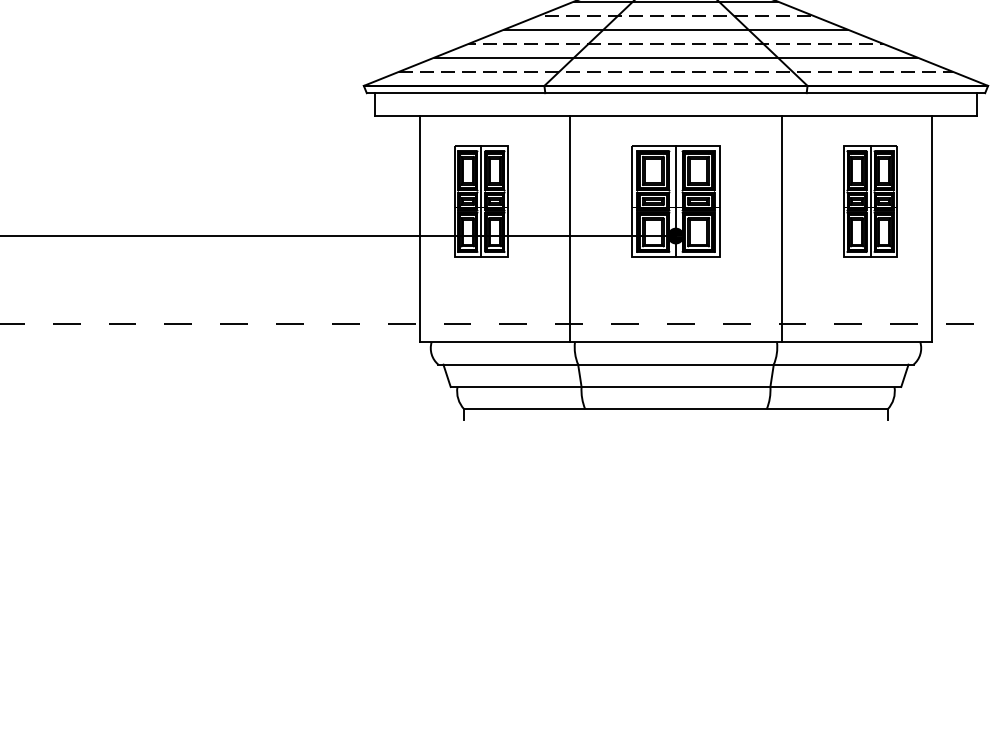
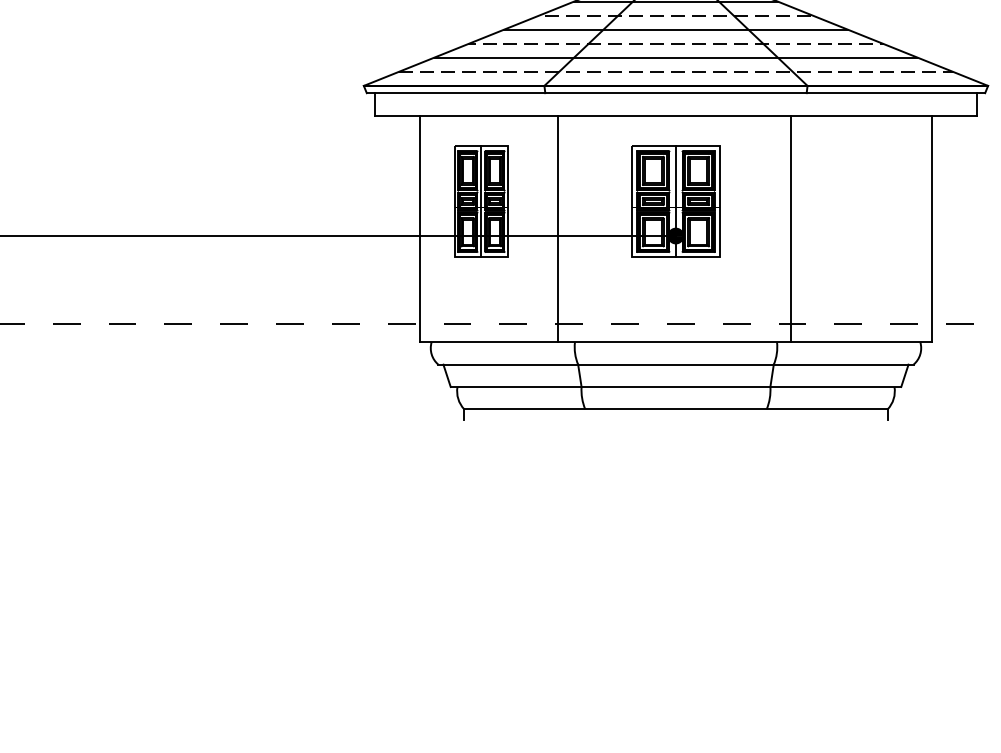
part at (870, 201): present -> none
line at (569, 228) position: (569, 228) -> (557, 228)
line at (782, 228) position: (782, 228) -> (791, 228)
